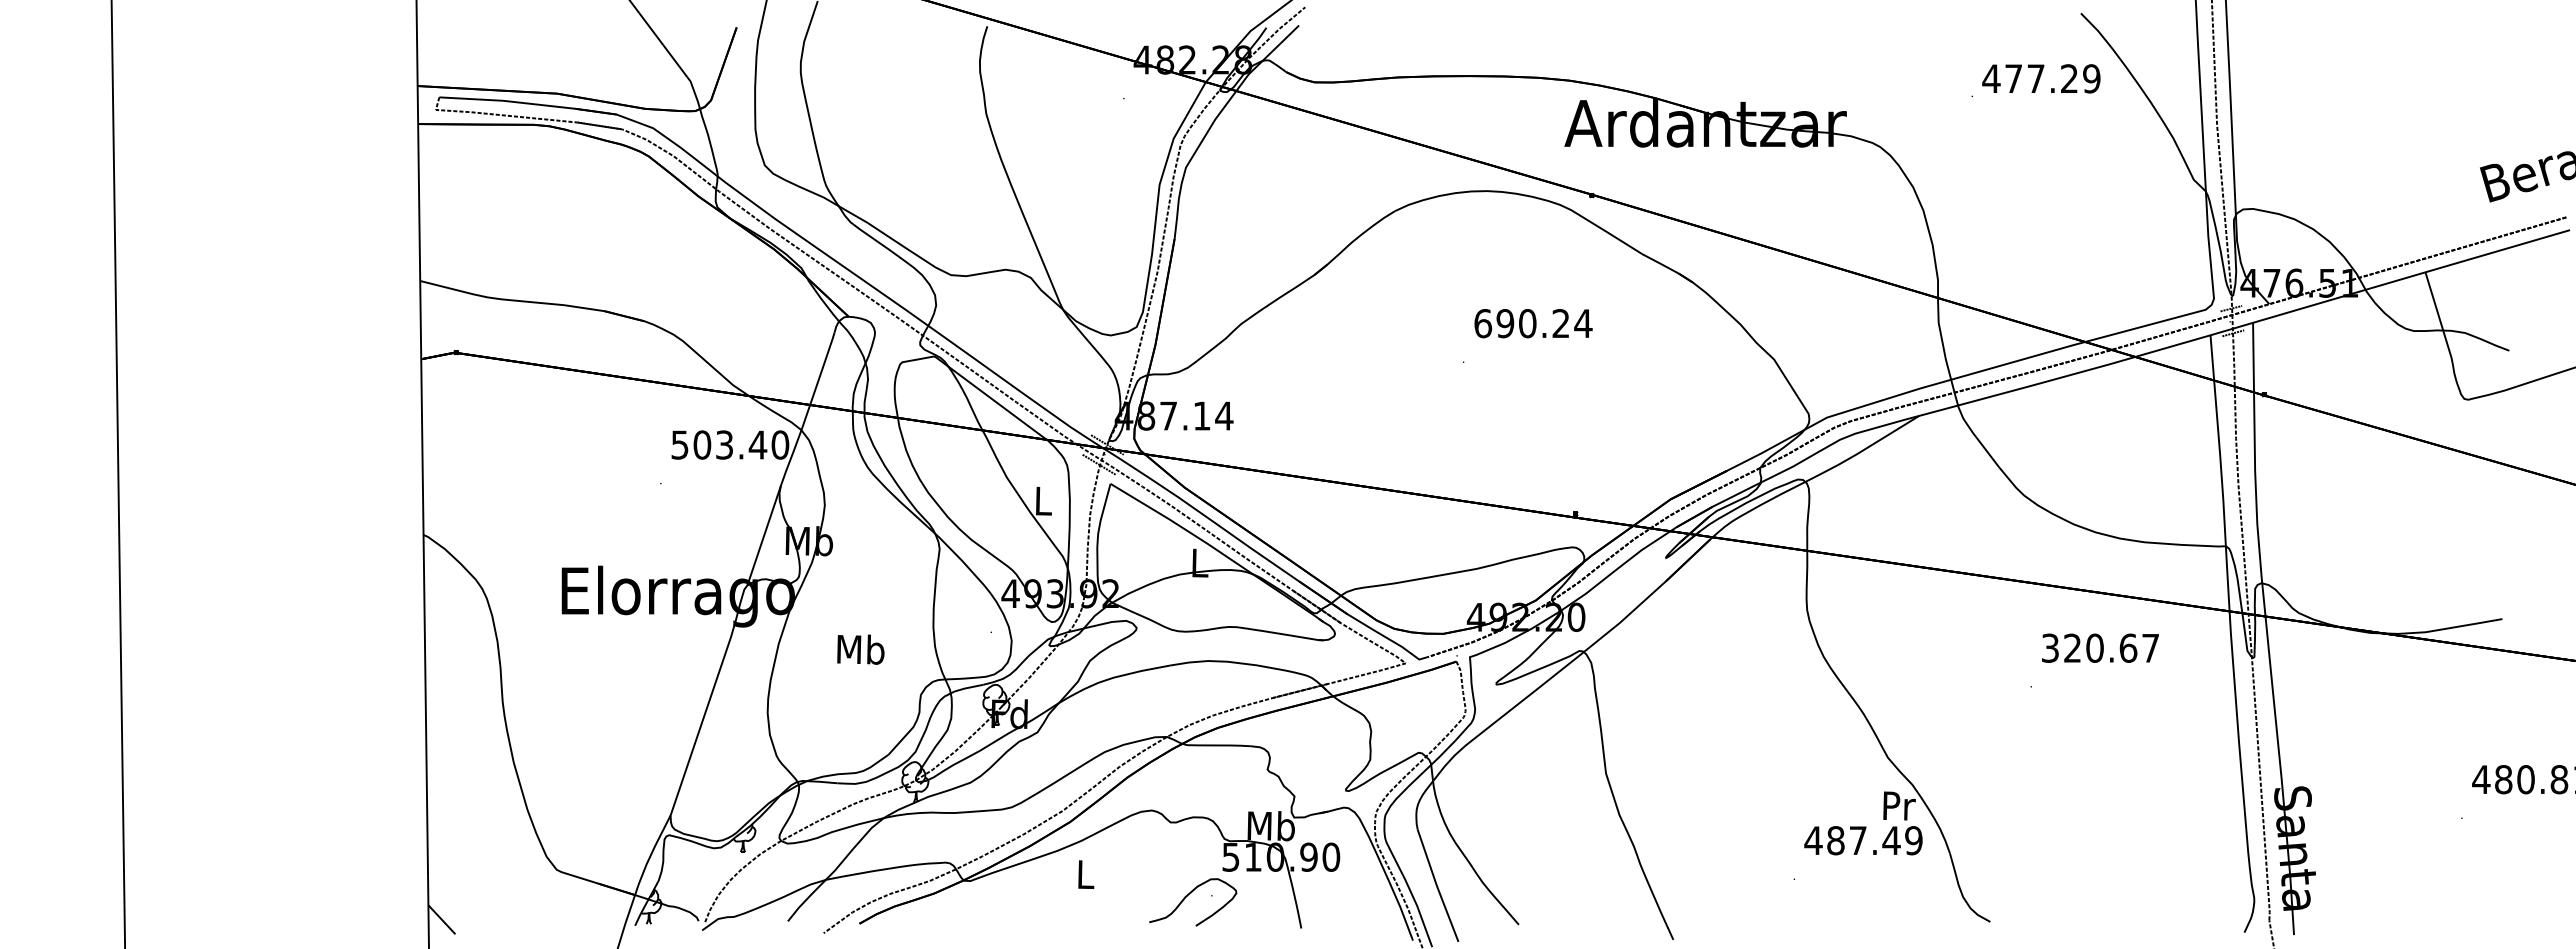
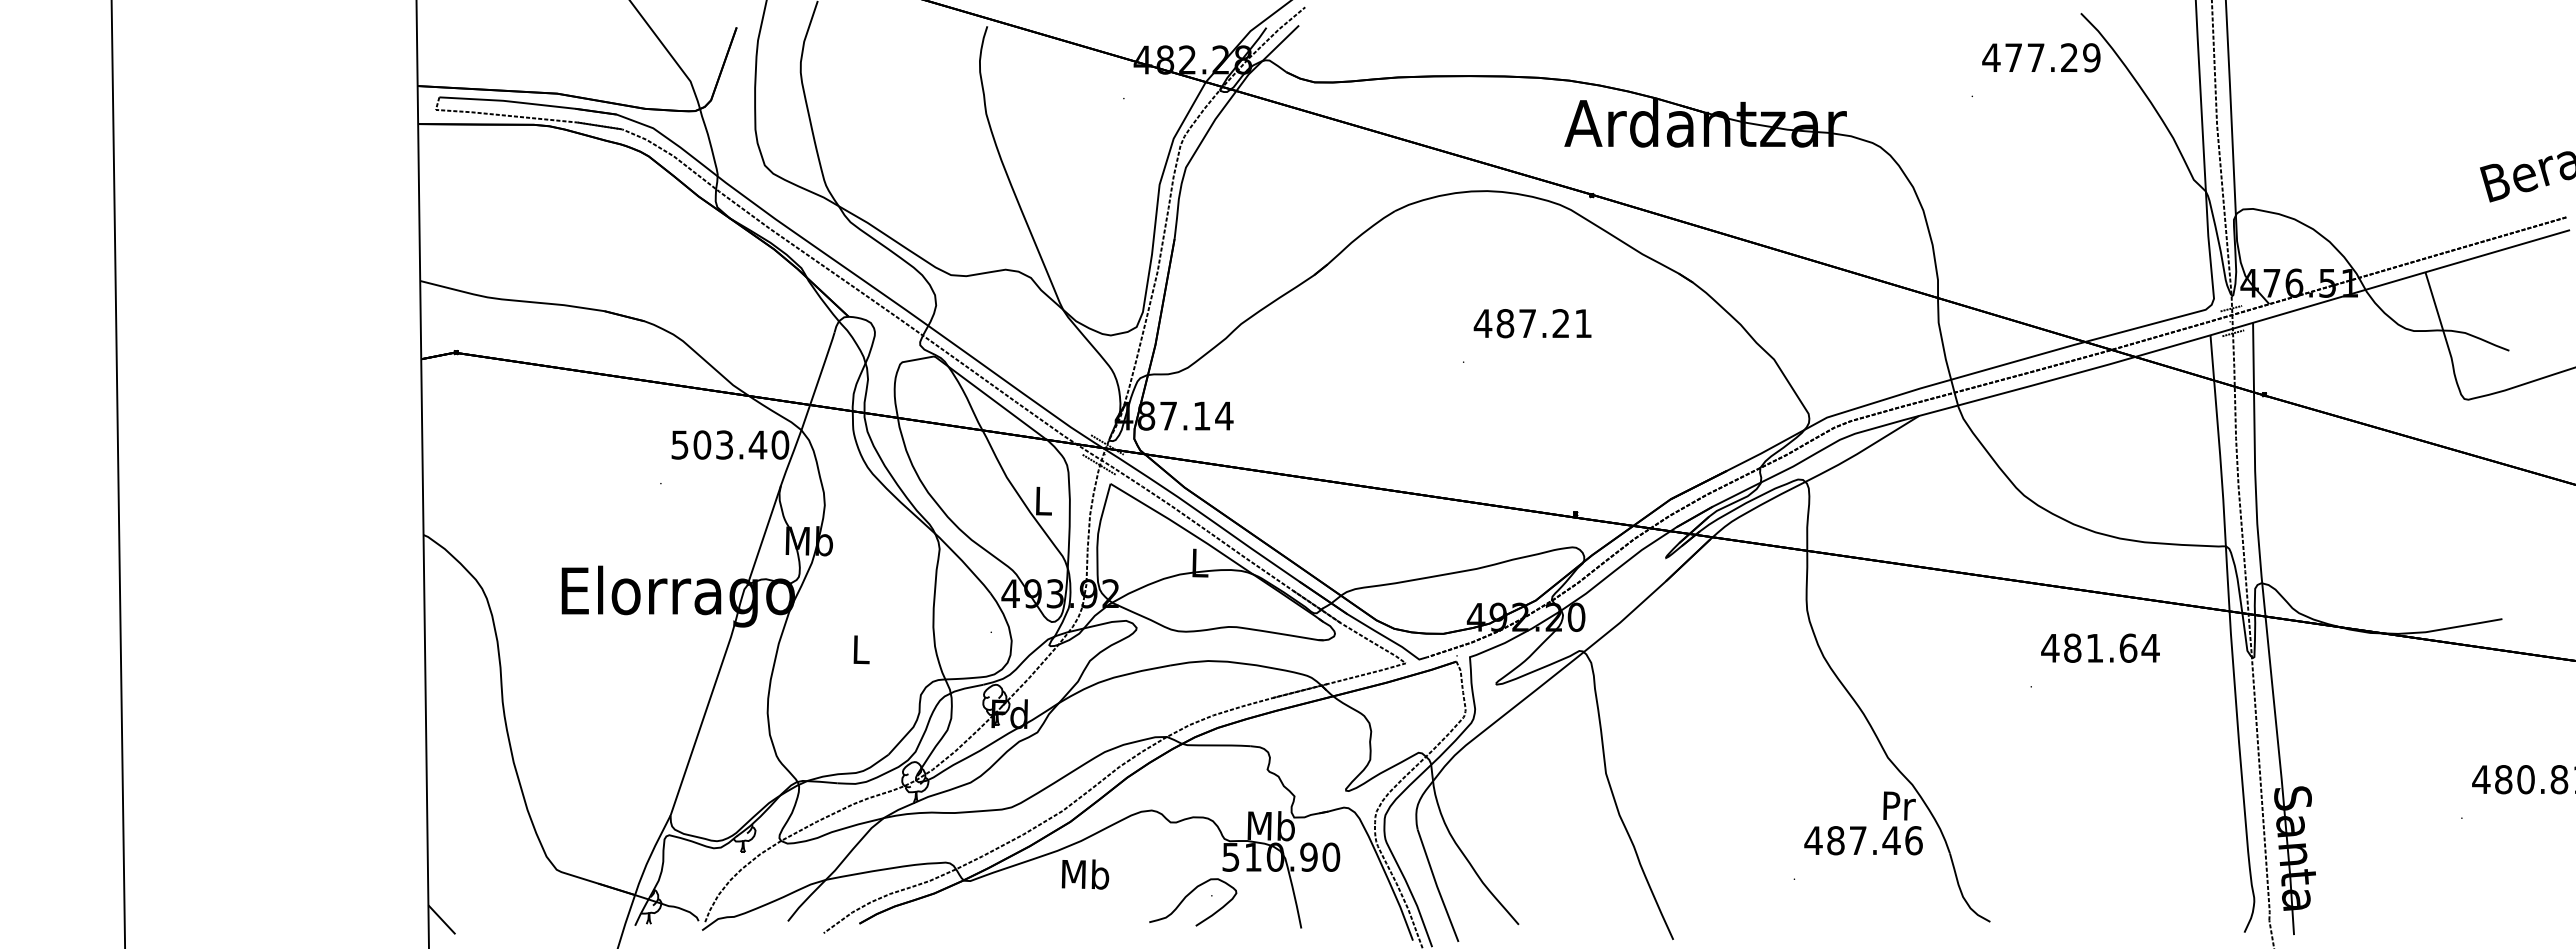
text at (2041, 78) position: (2041, 78) -> (2041, 57)
text at (1532, 323): 690.24 -> 487.21
text at (2100, 647): 320.67 -> 481.64
text at (860, 649): Mb -> L
text at (1913, 840): 487.49 -> 487.46
text at (1085, 874): L -> Mb
